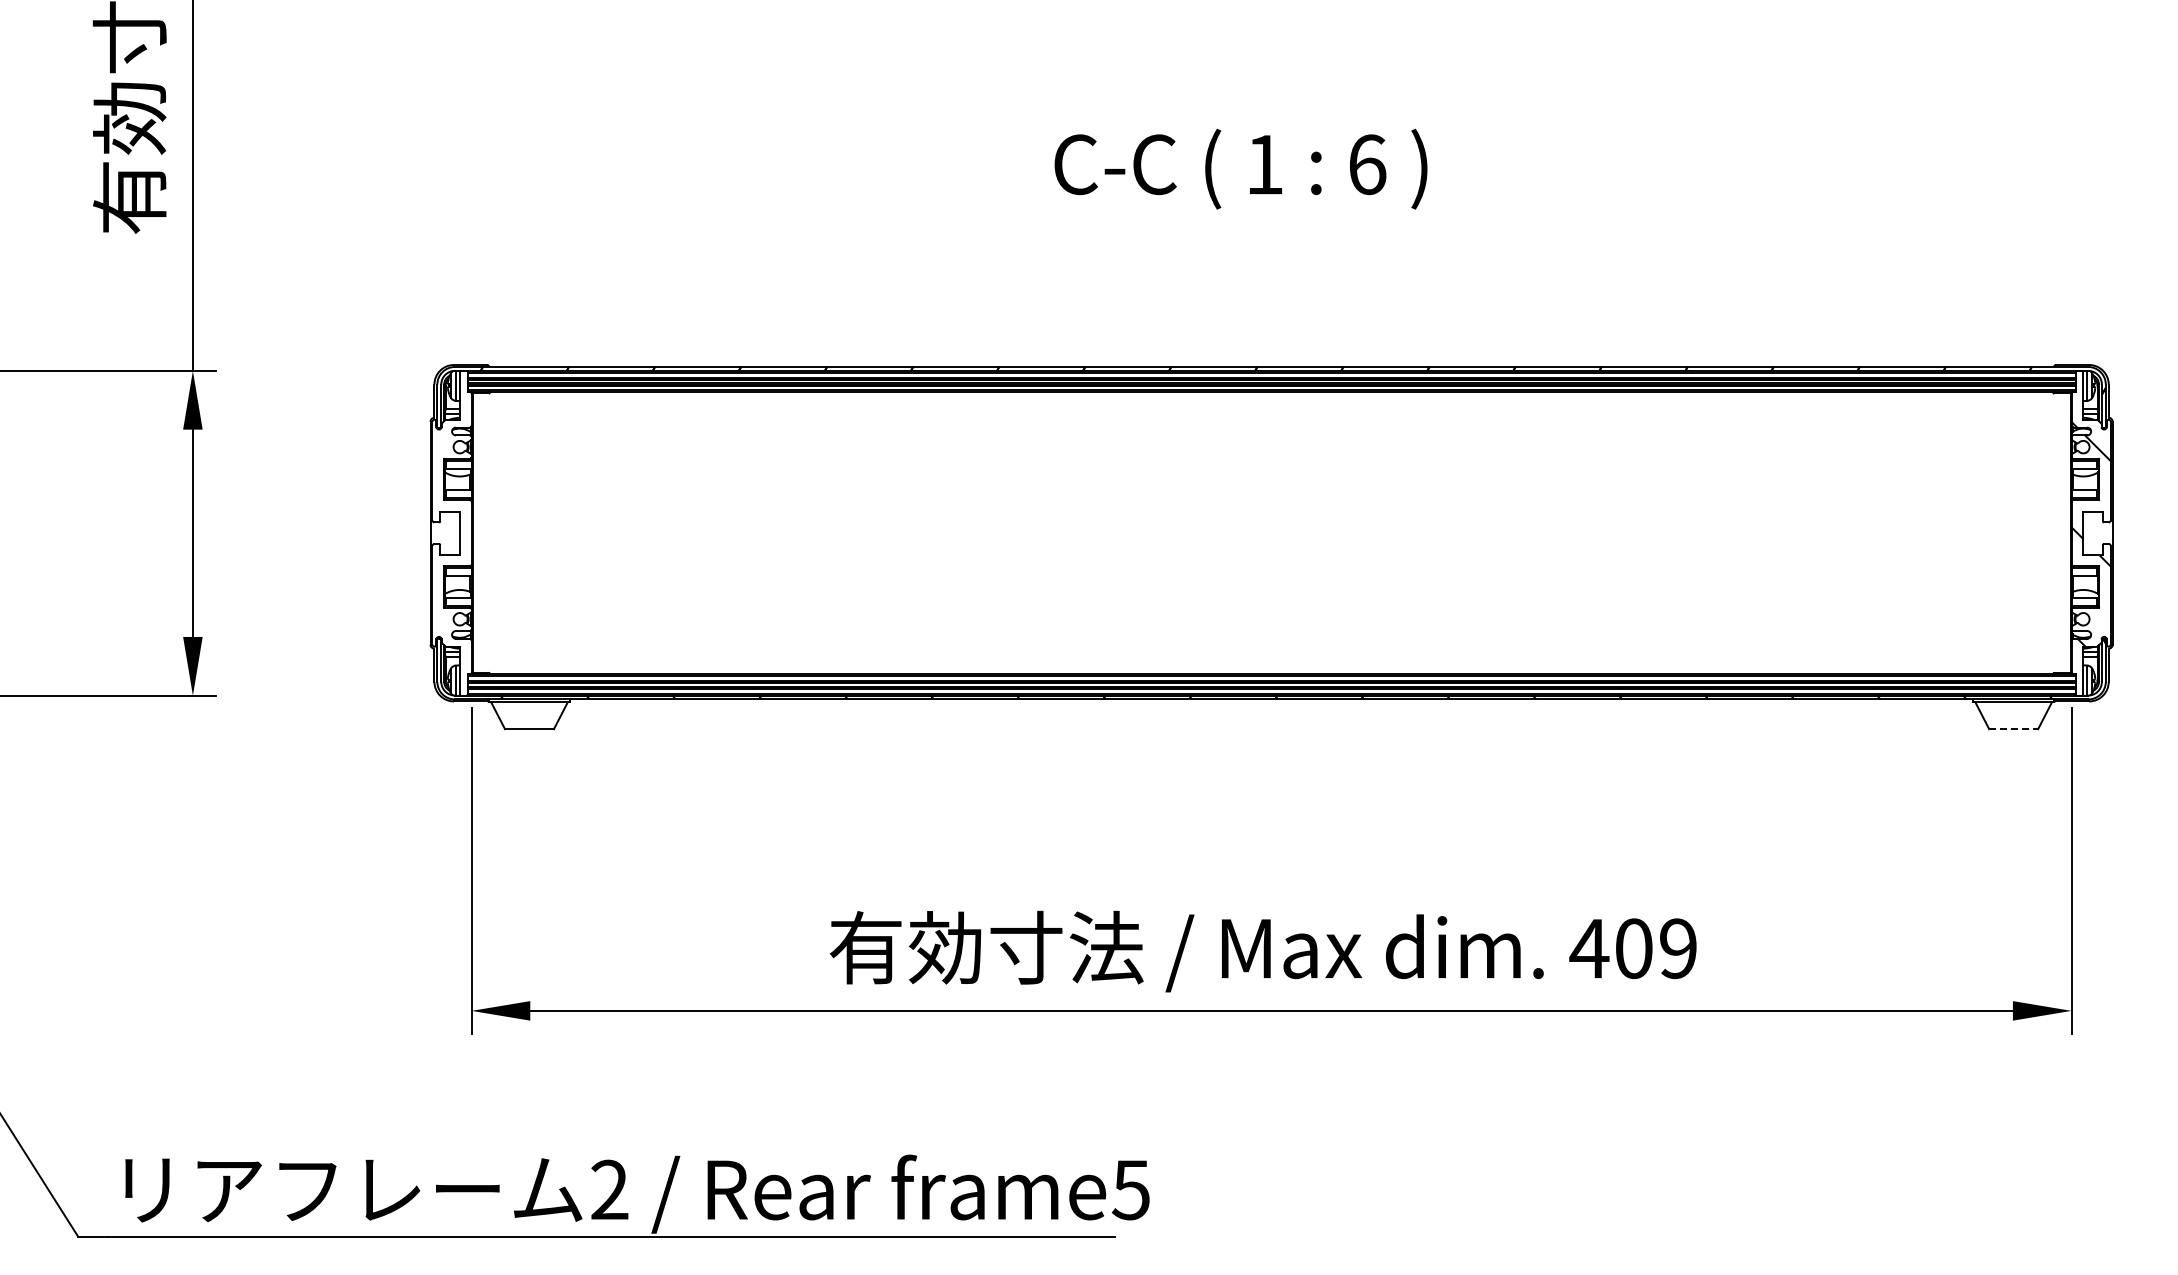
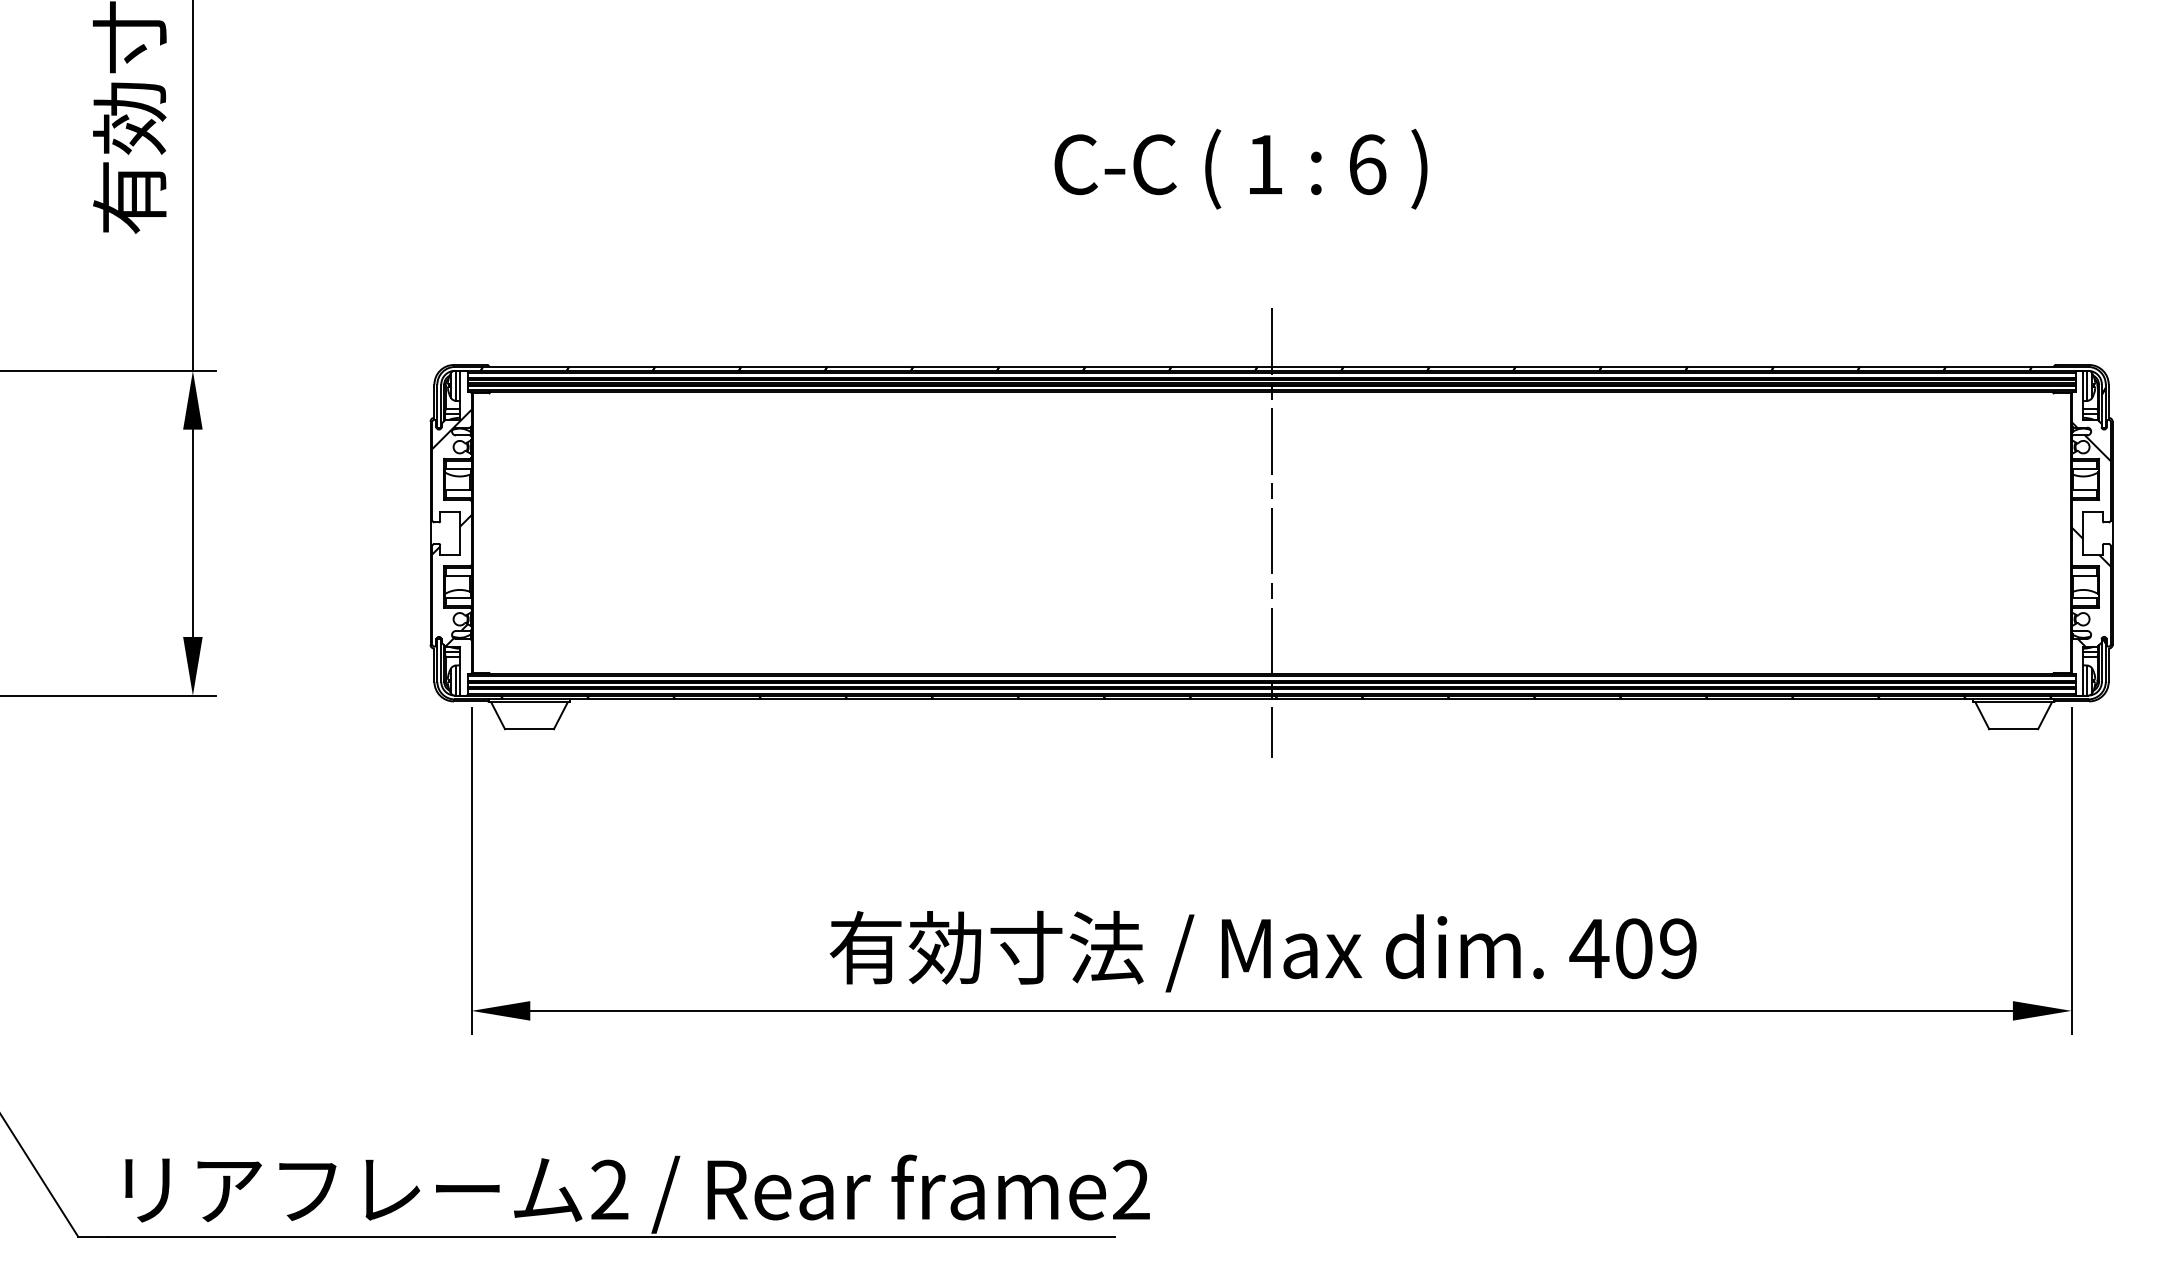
hatch at (451, 527): none -> present
line at (1271, 533): none -> present
line at (2014, 729): dashed -> solid
text at (1130, 1189): frame5 -> frame2
